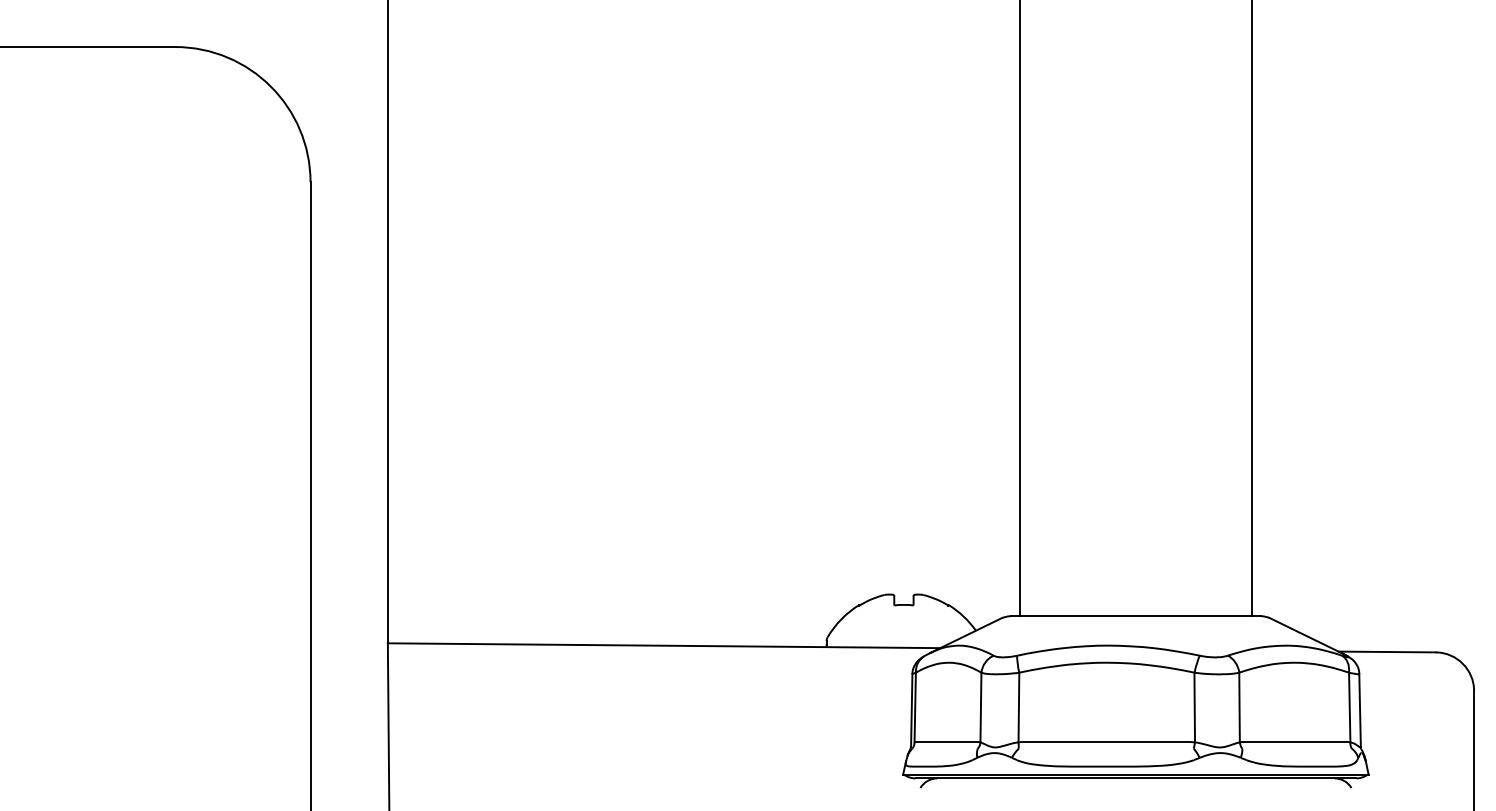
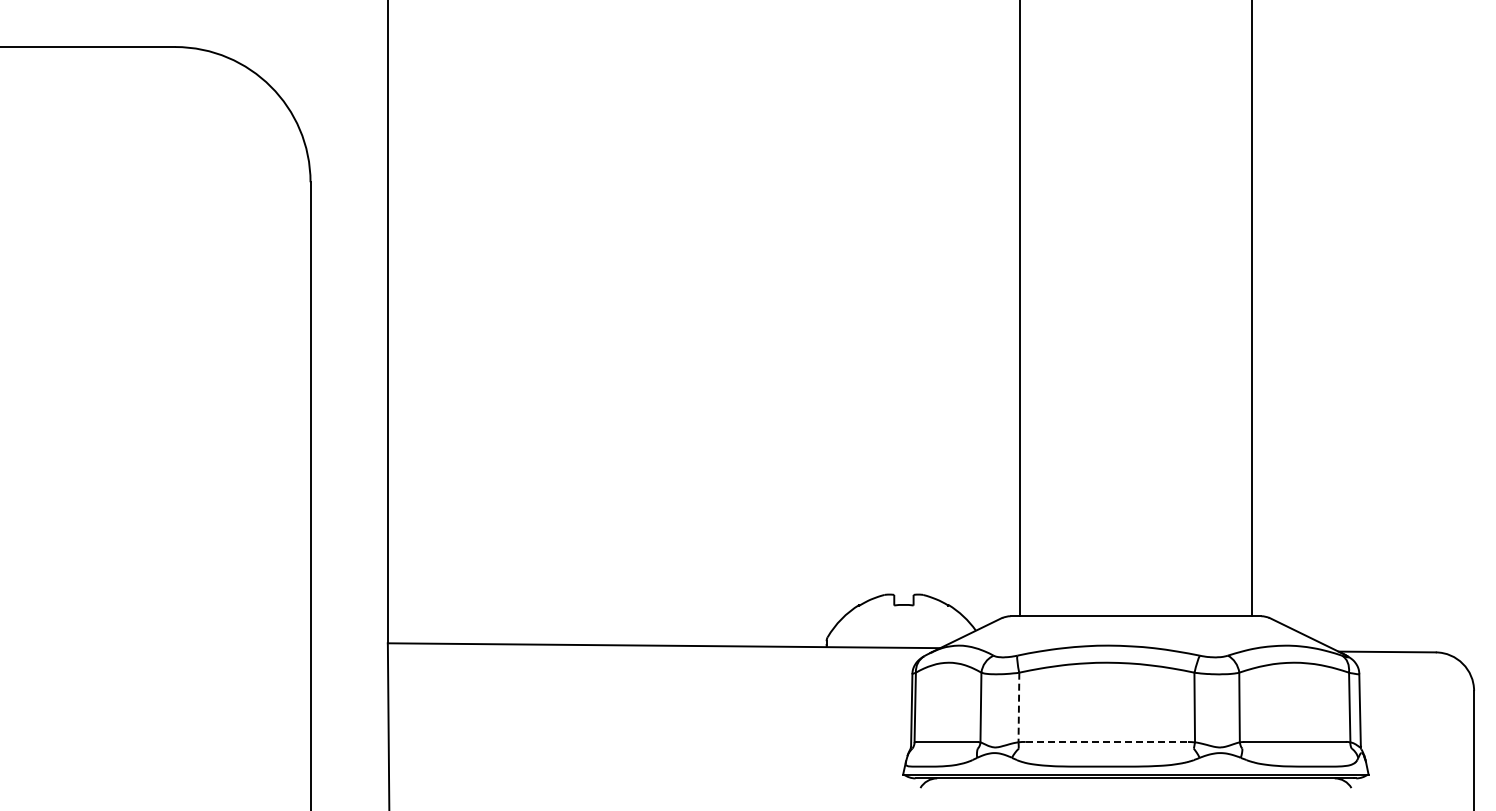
line at (1018, 707): solid -> dashed
line at (1107, 741): solid -> dashed
